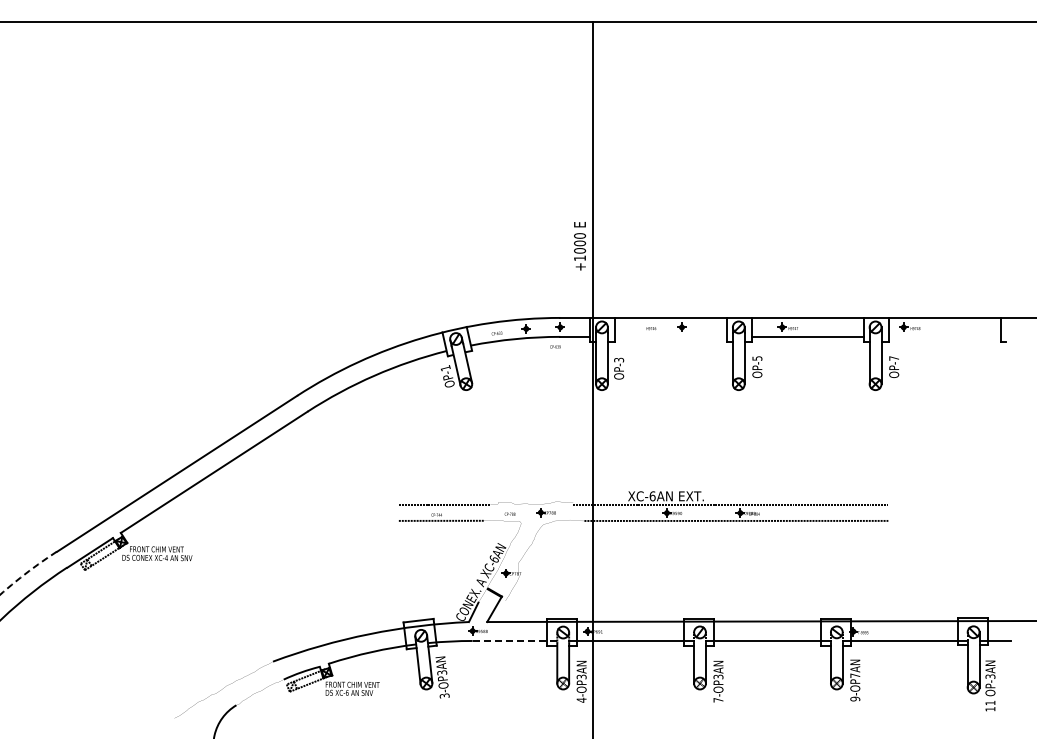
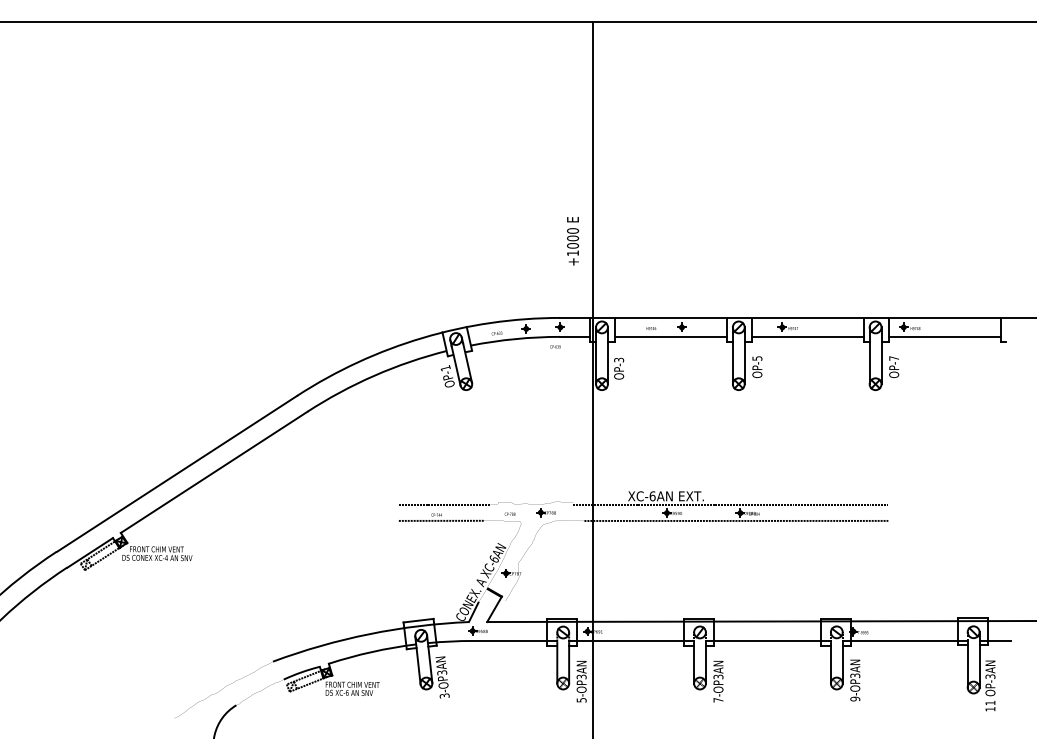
text at (580, 246) position: (580, 246) -> (573, 241)
line at (670, 336): none -> present
line at (944, 336): none -> present
line at (27, 572): dashed -> solid
line at (515, 640): dashed -> solid
text at (855, 675): 9-OP7AN -> 9-OP3AN
text at (581, 699): 4-OP3AN -> 5-OP3AN
